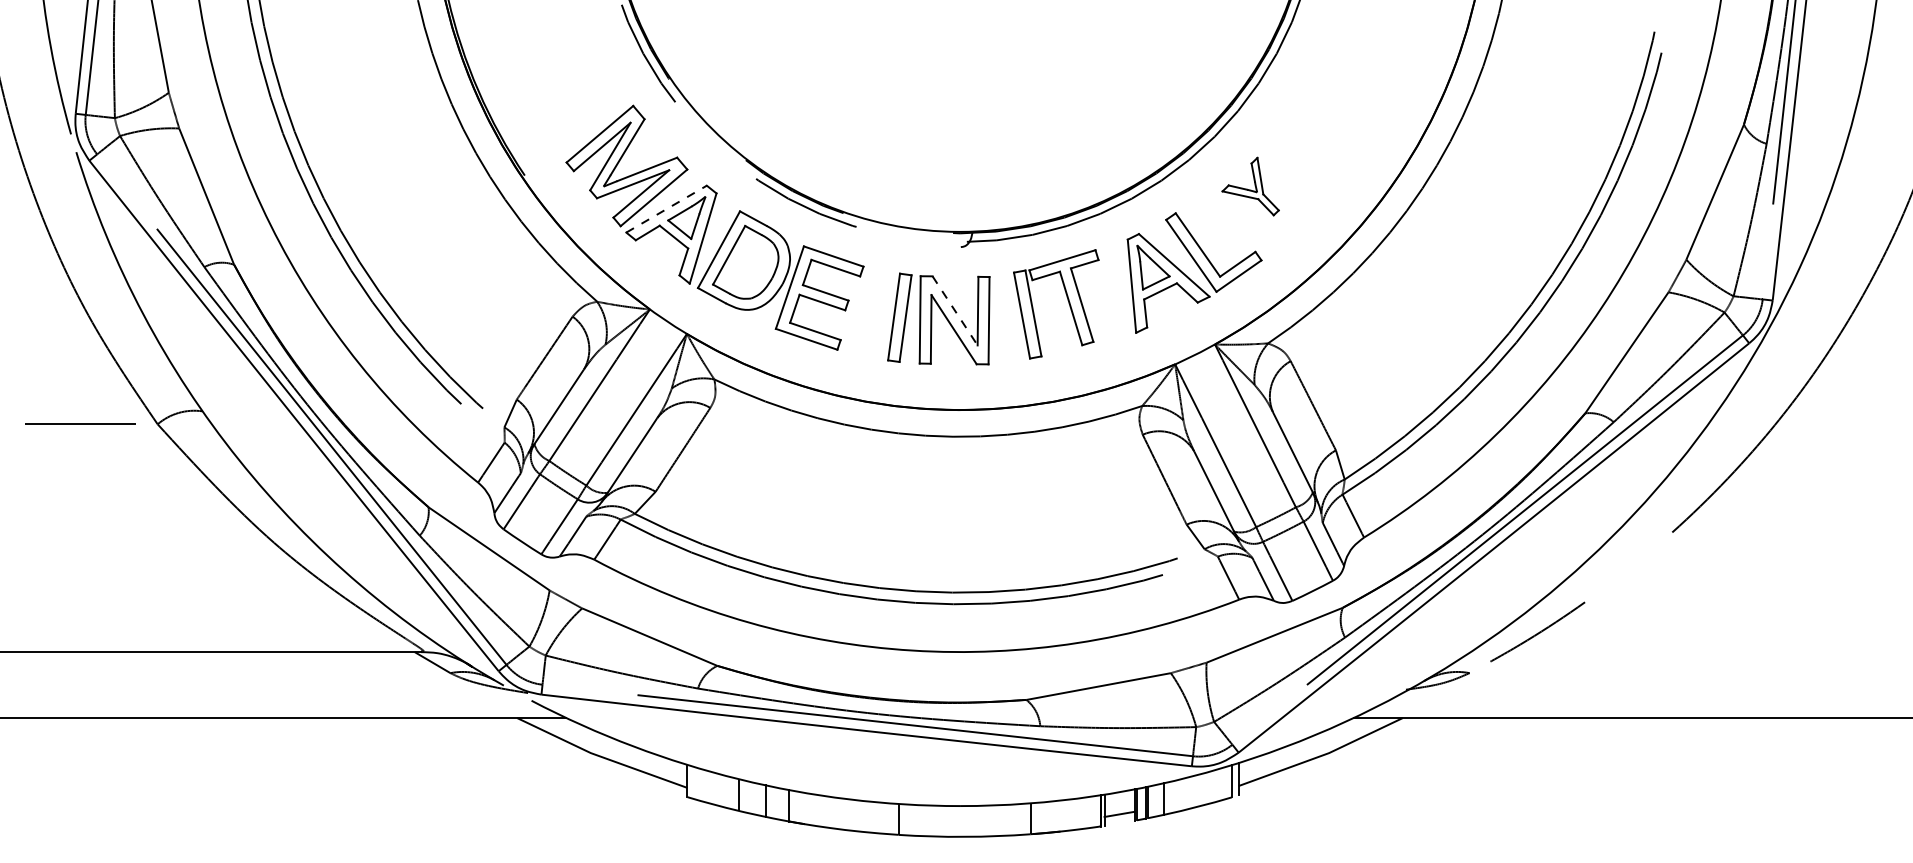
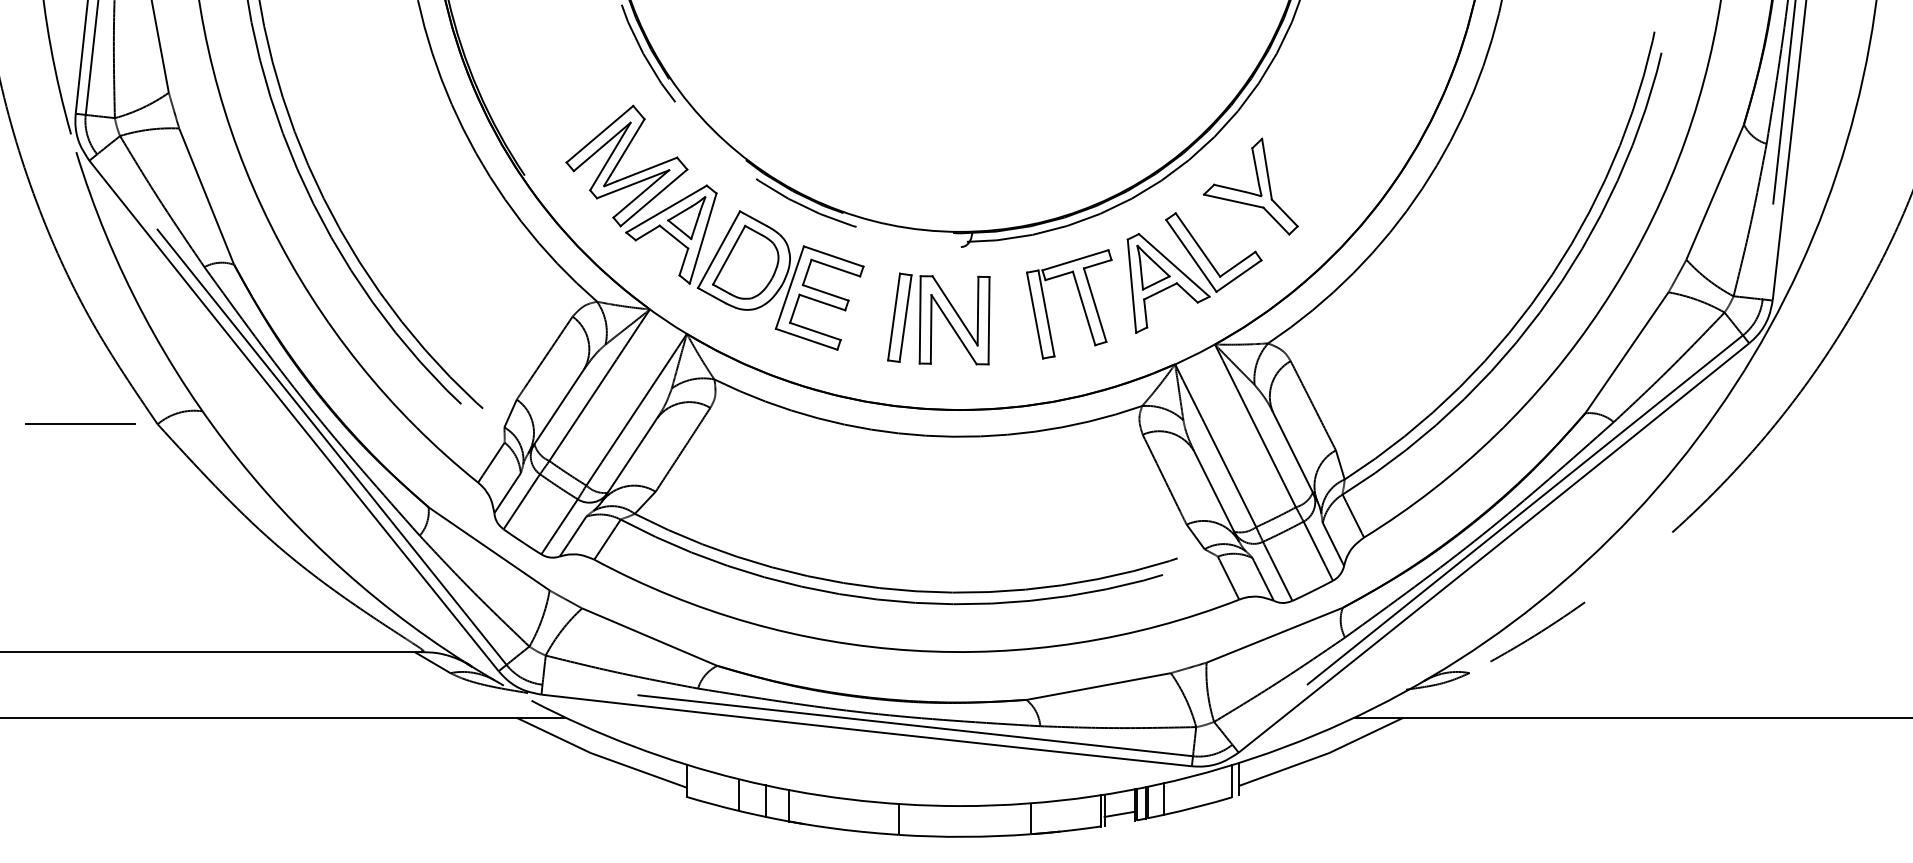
part at (1250, 186) size: 59x61 px -> 97x99 px
line at (666, 209): dashed -> solid
part at (1067, 300) position: (1067, 300) -> (1080, 300)
line at (955, 311): dashed -> solid
